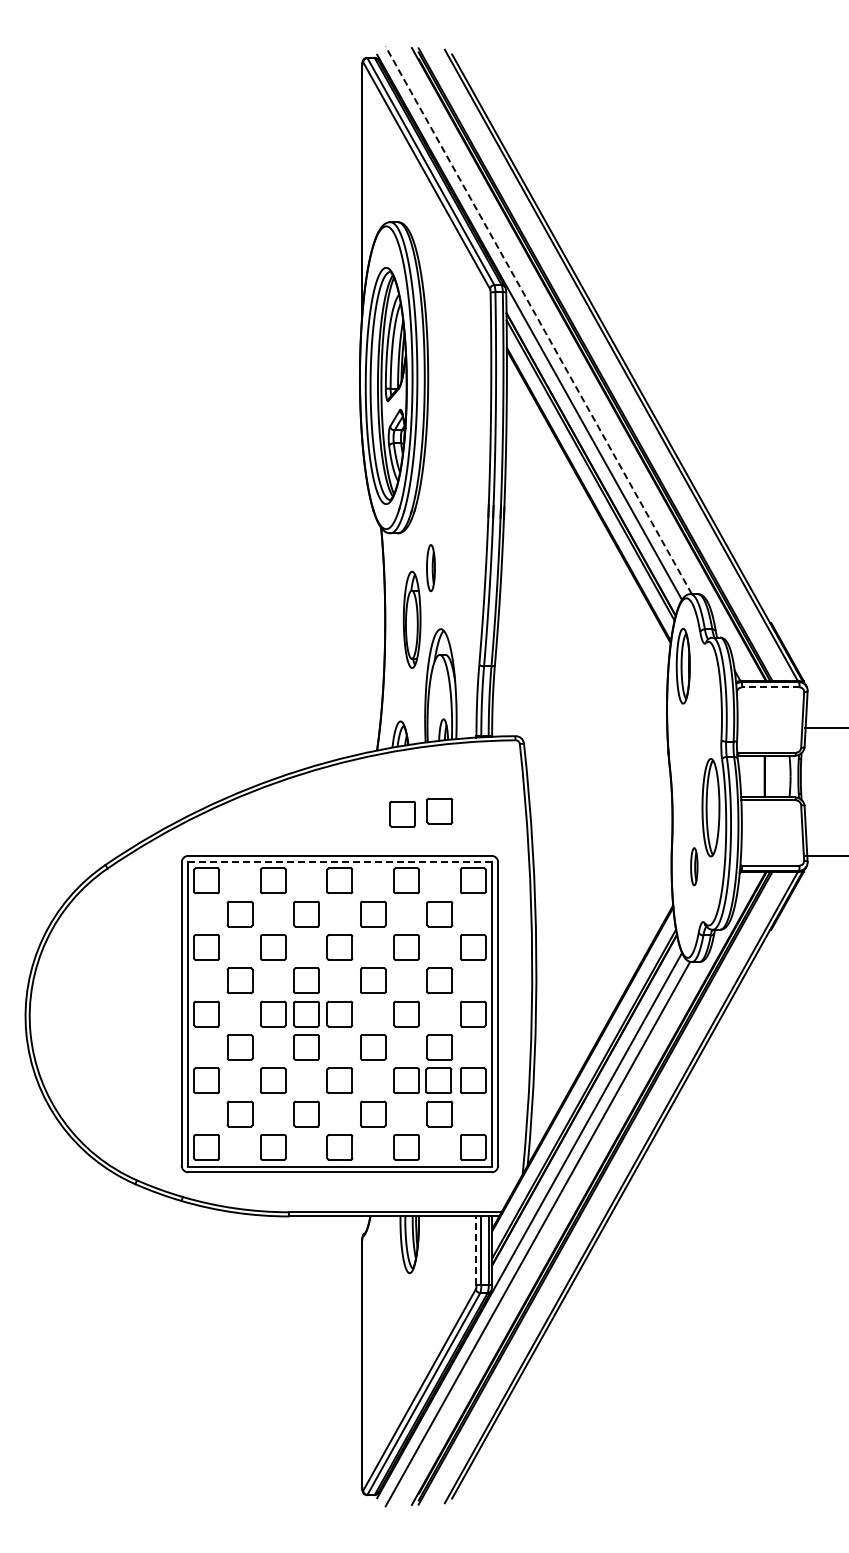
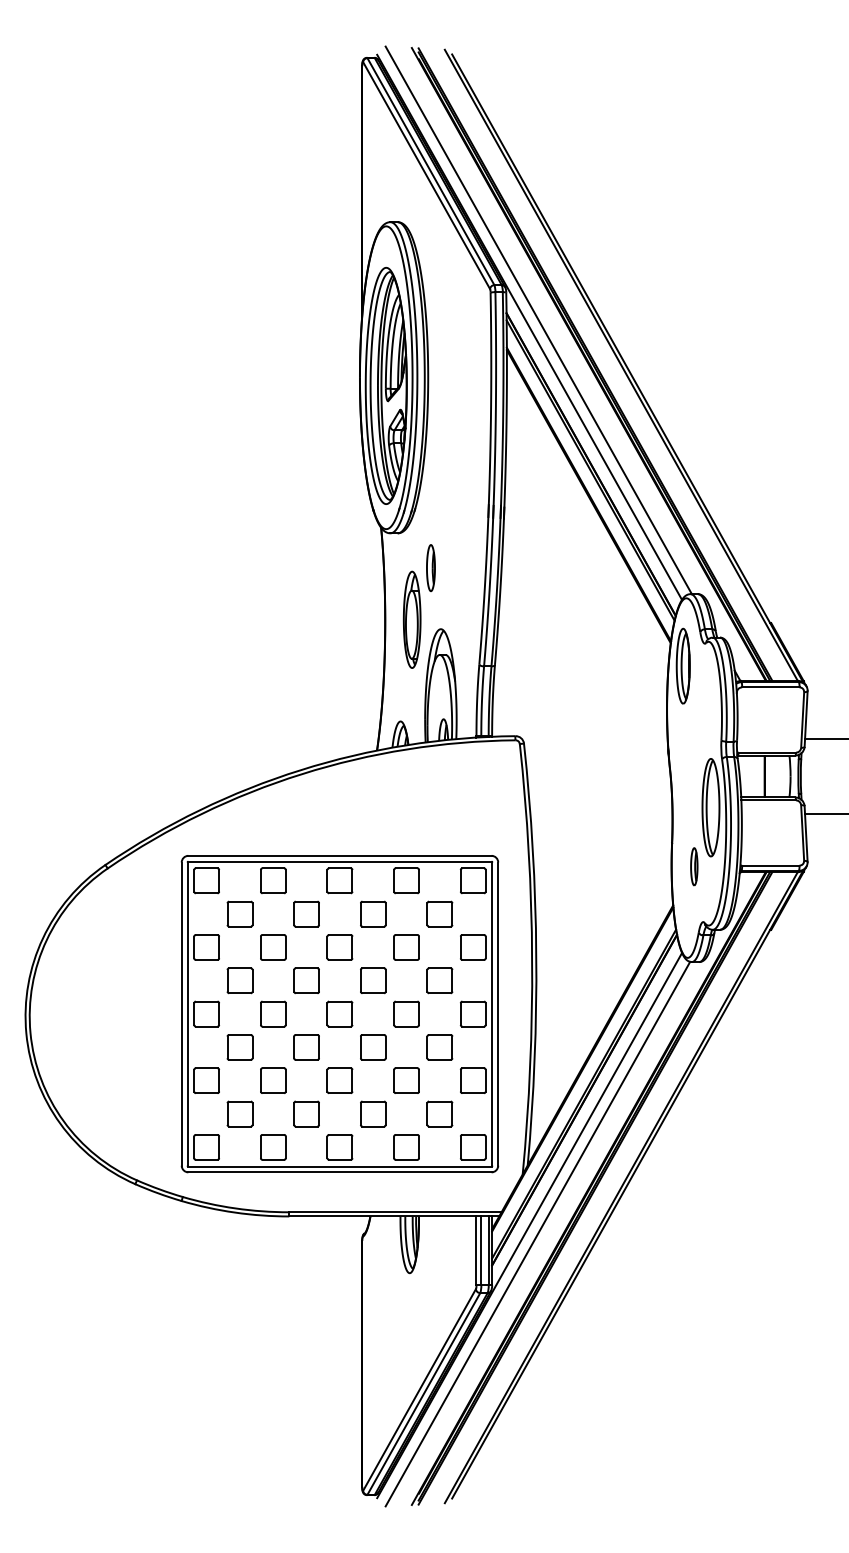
line at (538, 320): dashed -> solid
line at (770, 687): dashed -> solid
line at (825, 728) position: (825, 728) -> (825, 739)
part at (439, 810): present -> none
part at (402, 813): present -> none
line at (825, 855) position: (825, 855) -> (825, 813)
line at (339, 861): dashed -> solid
part at (306, 1013): present -> none
part at (438, 1080): present -> none
line at (476, 1250): dashed -> solid
